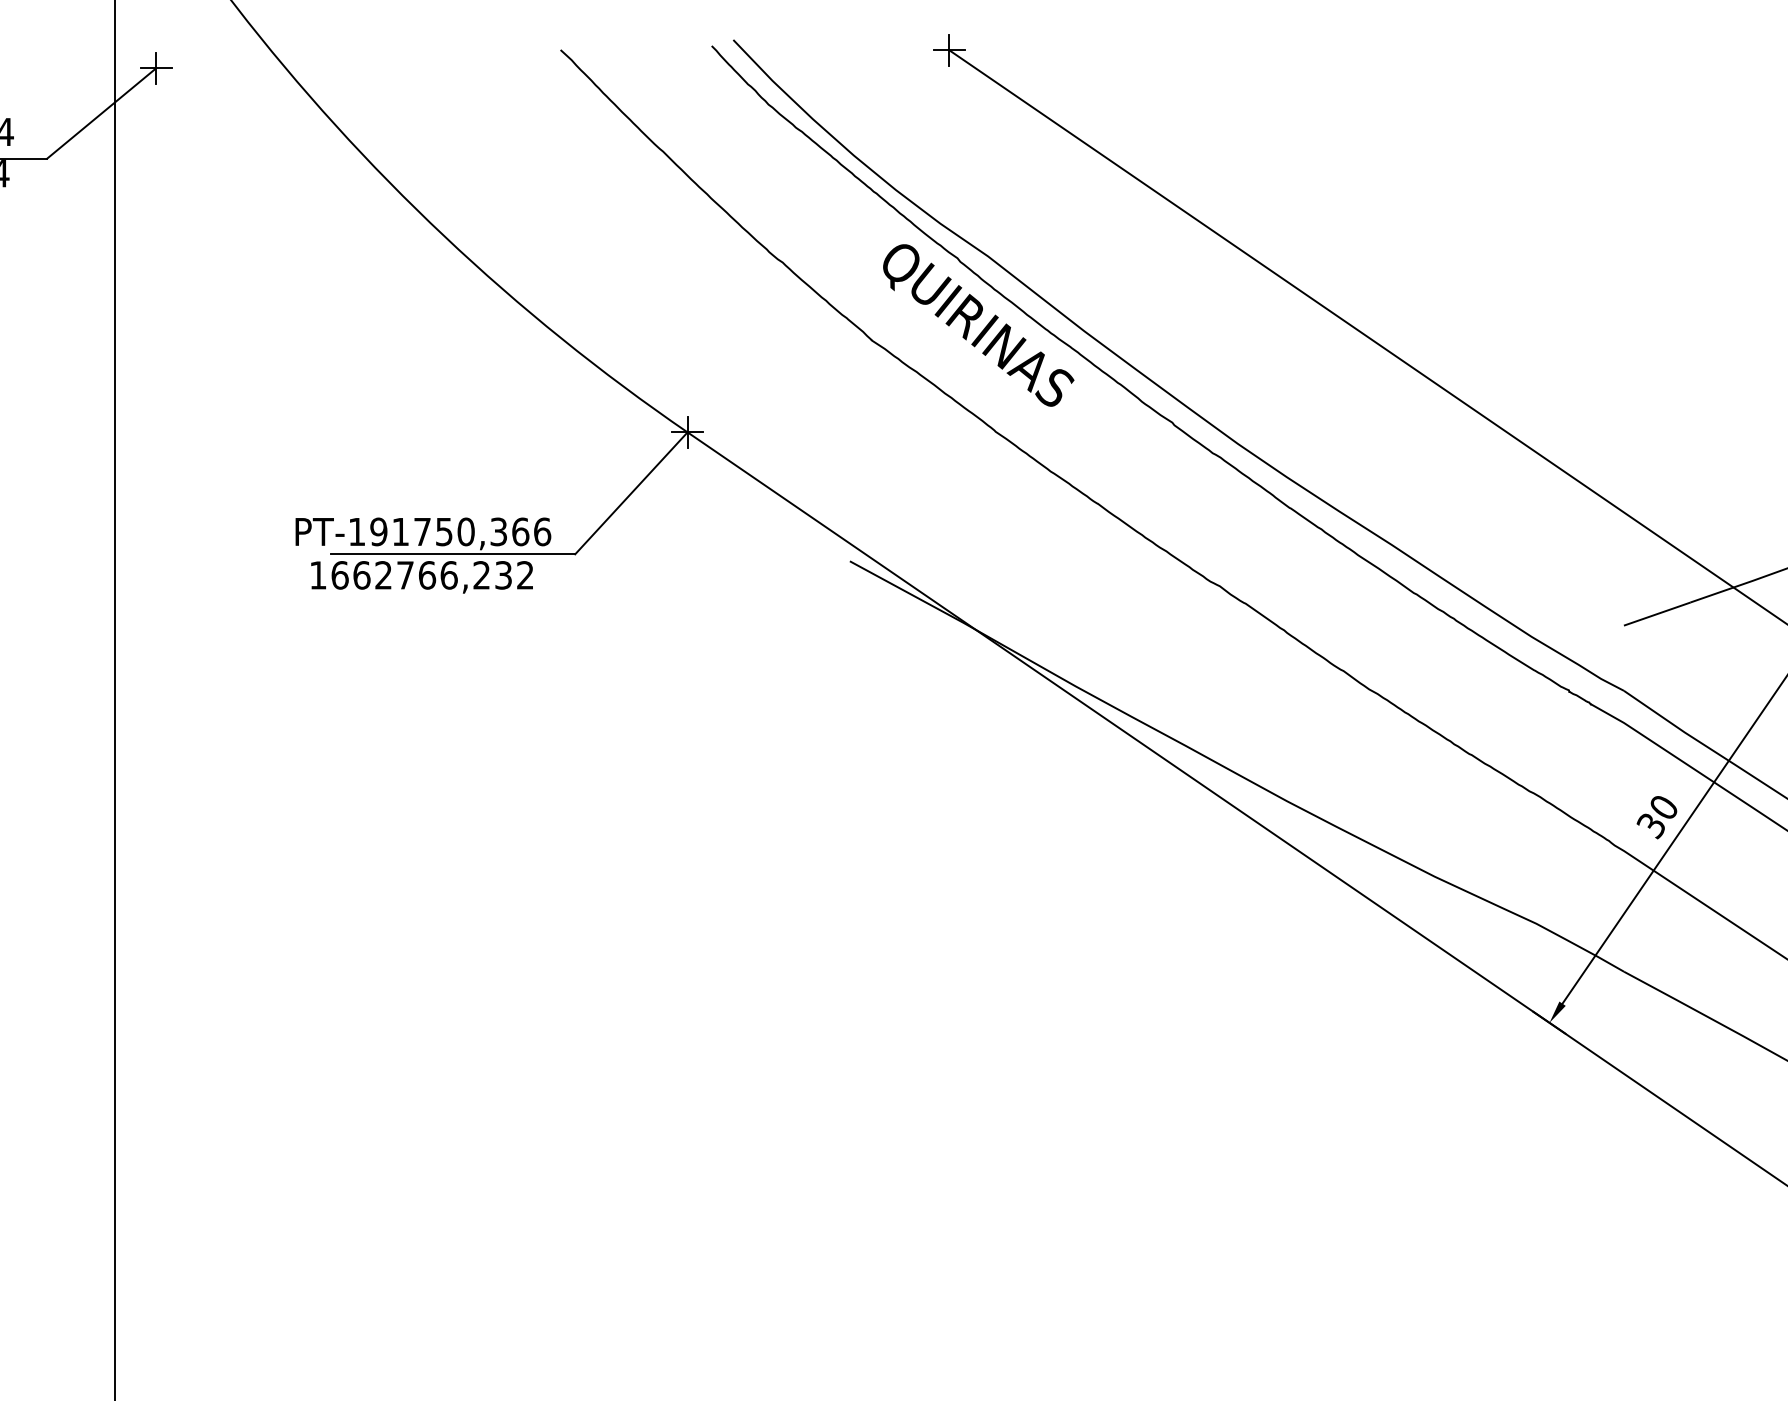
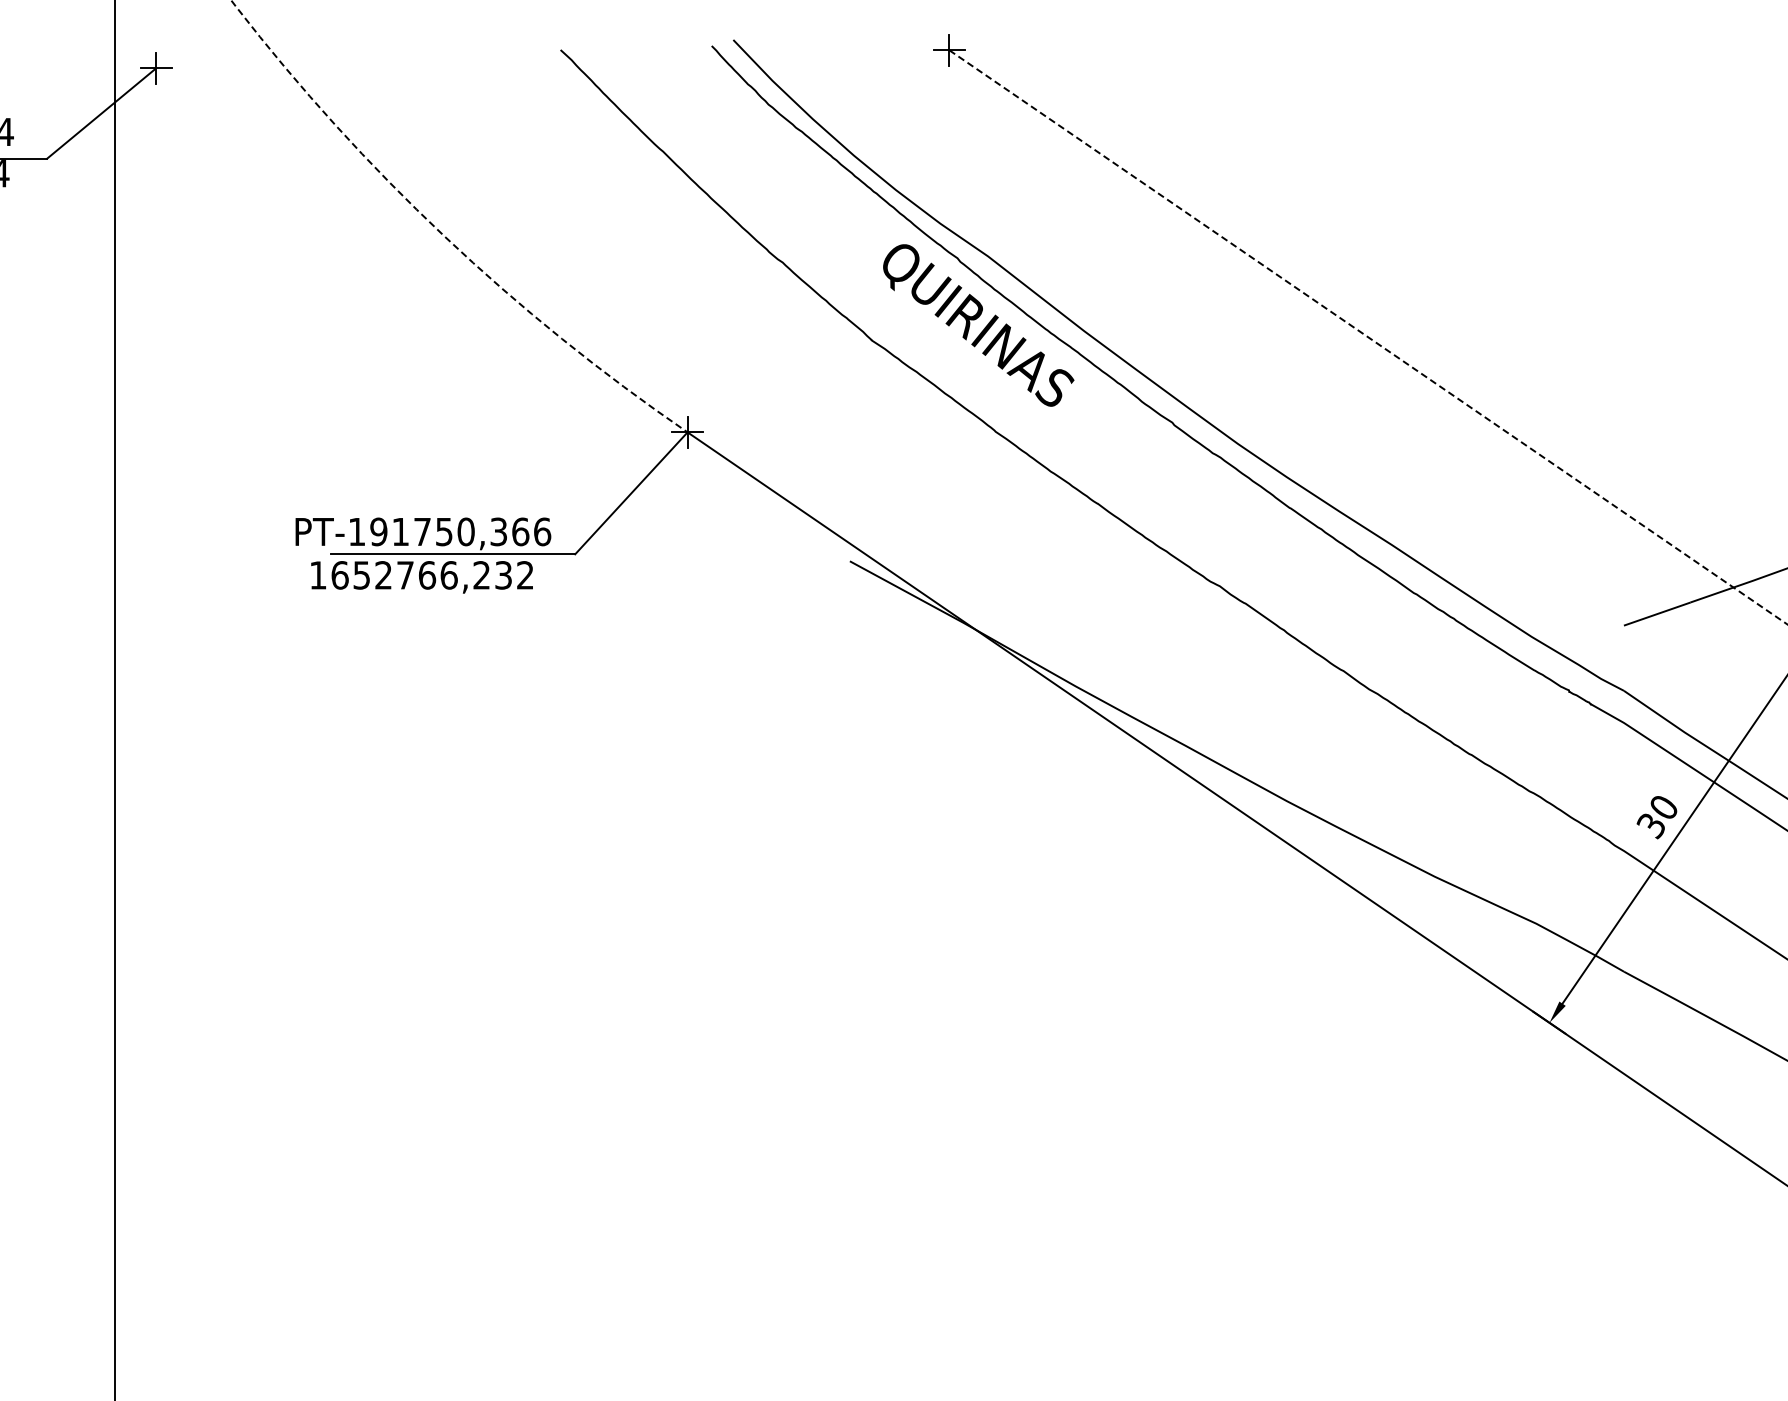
arc at (443, 235): solid -> dashed
line at (1368, 337): solid -> dashed
text at (361, 575): 1662766,232 -> 1652766,232
